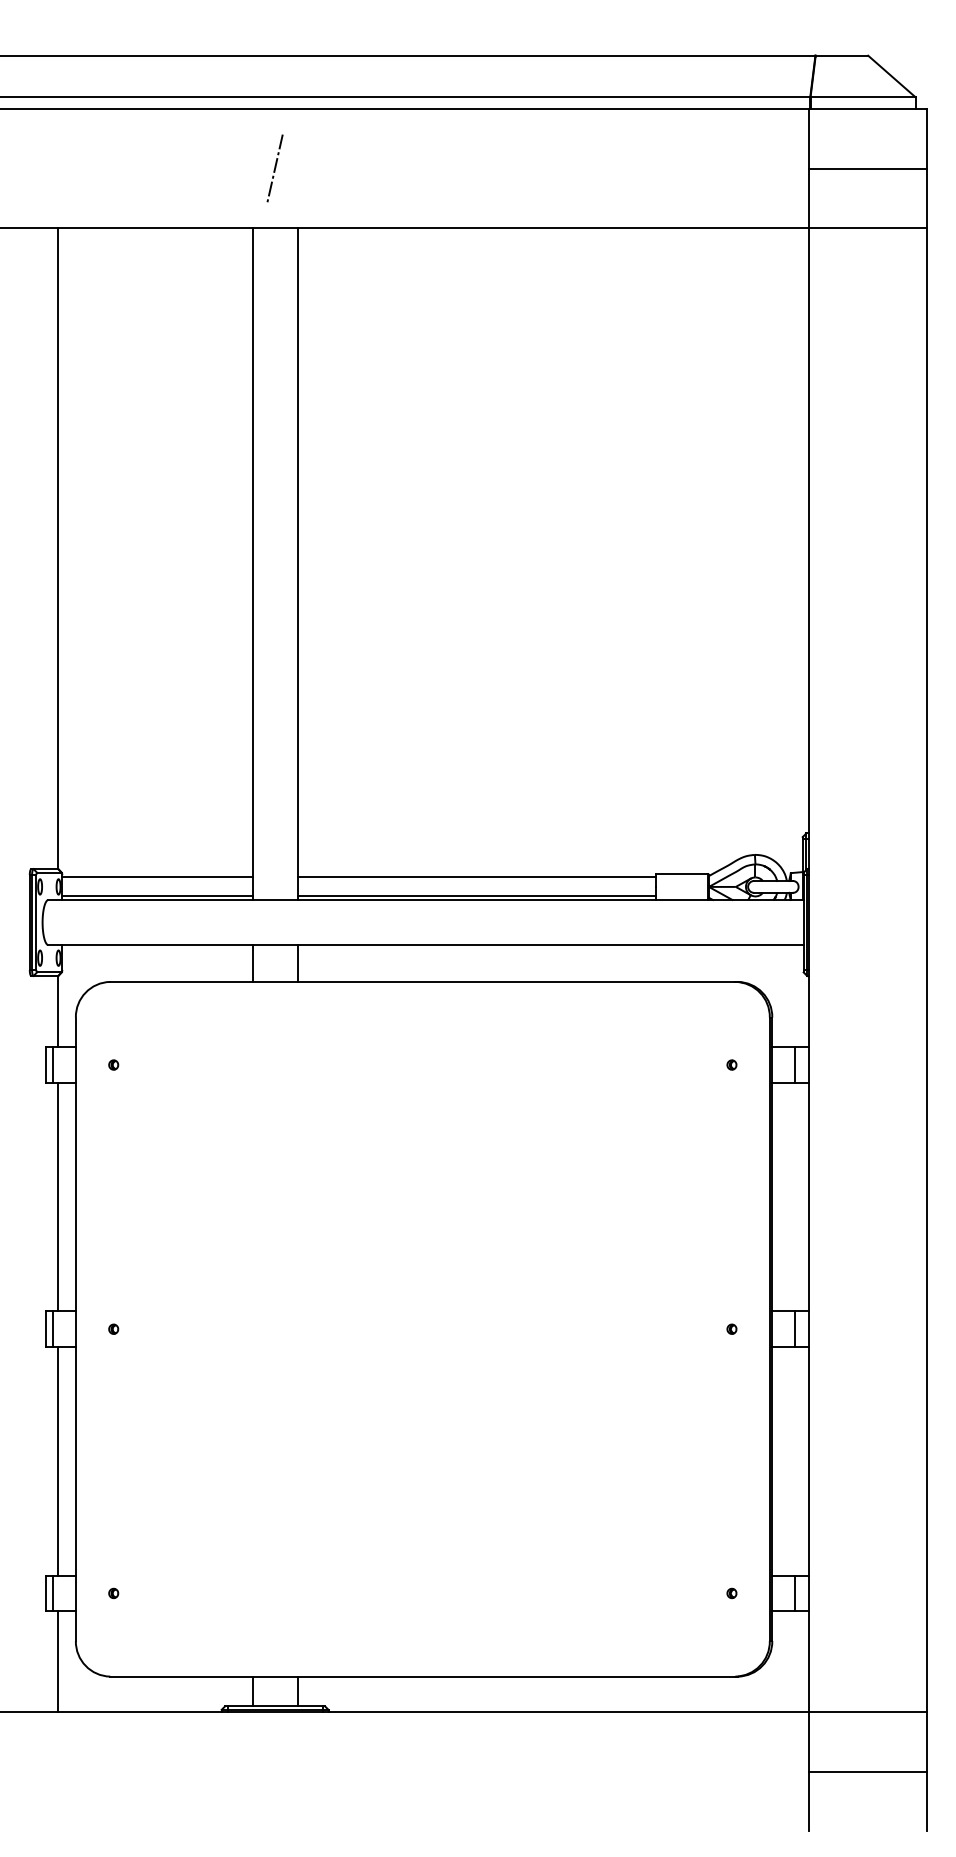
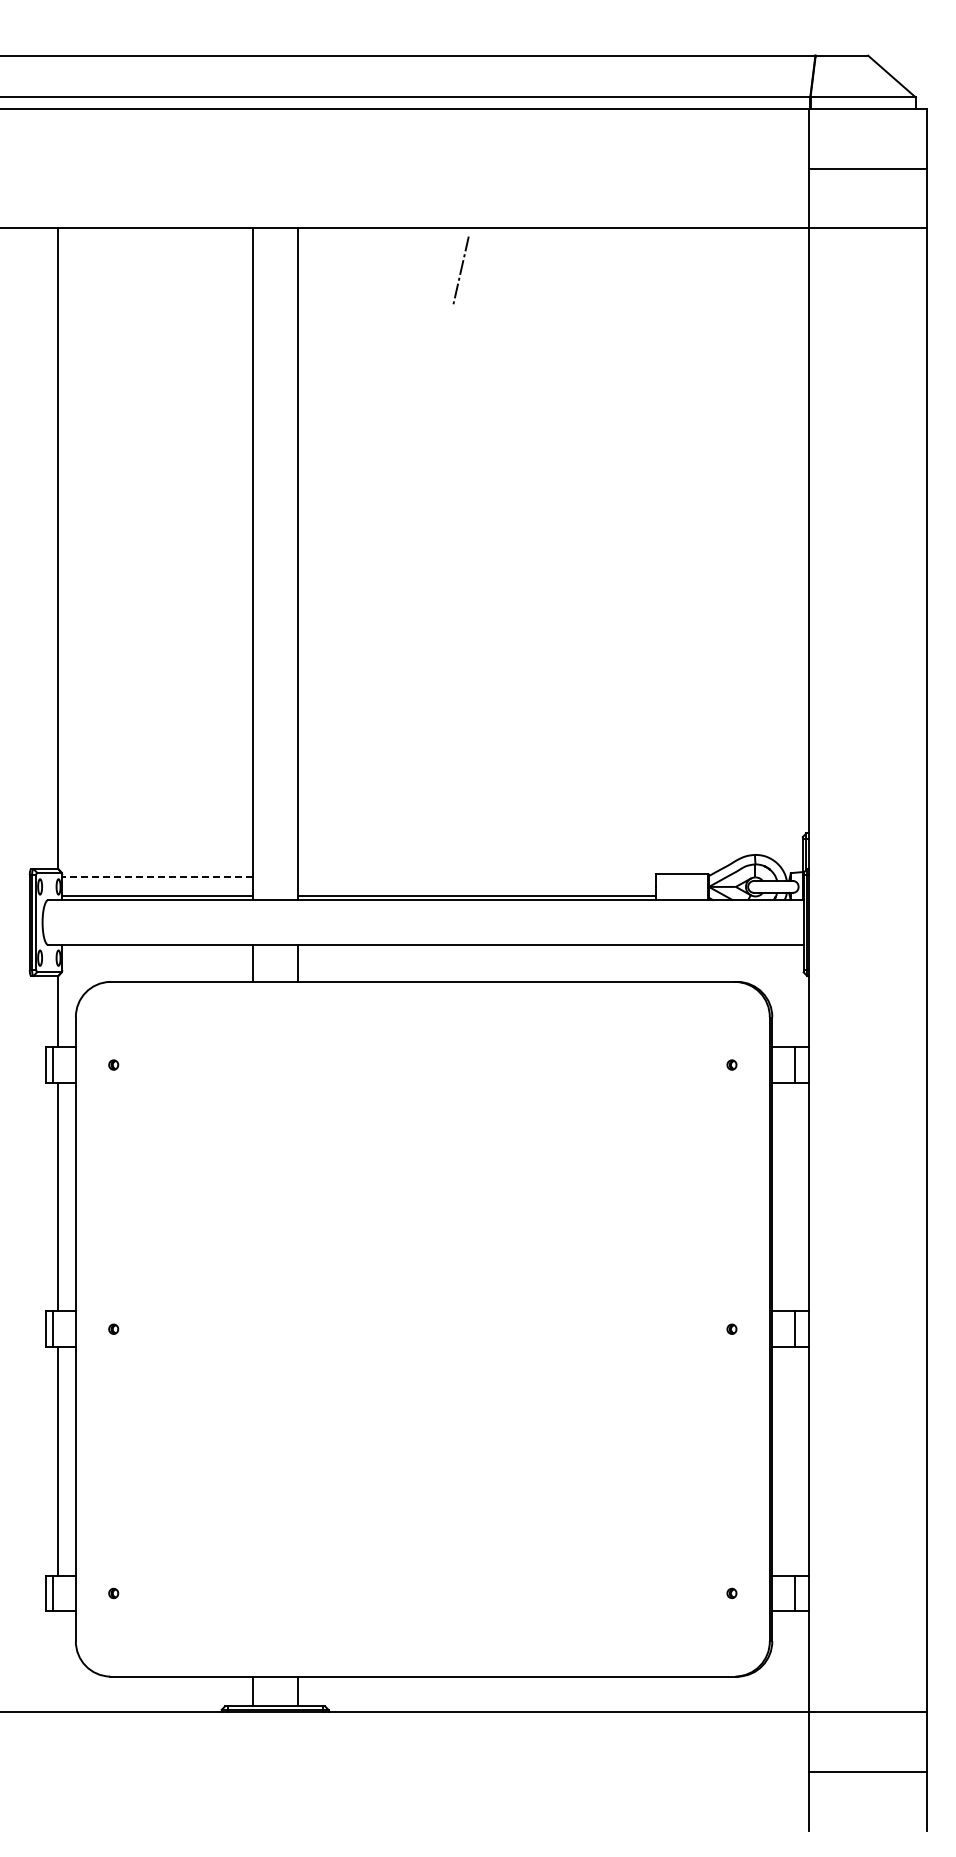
line at (274, 168) position: (274, 168) -> (460, 270)
line at (156, 877): solid -> dashed
line at (476, 877): present -> none
line at (58, 1661): present -> none
